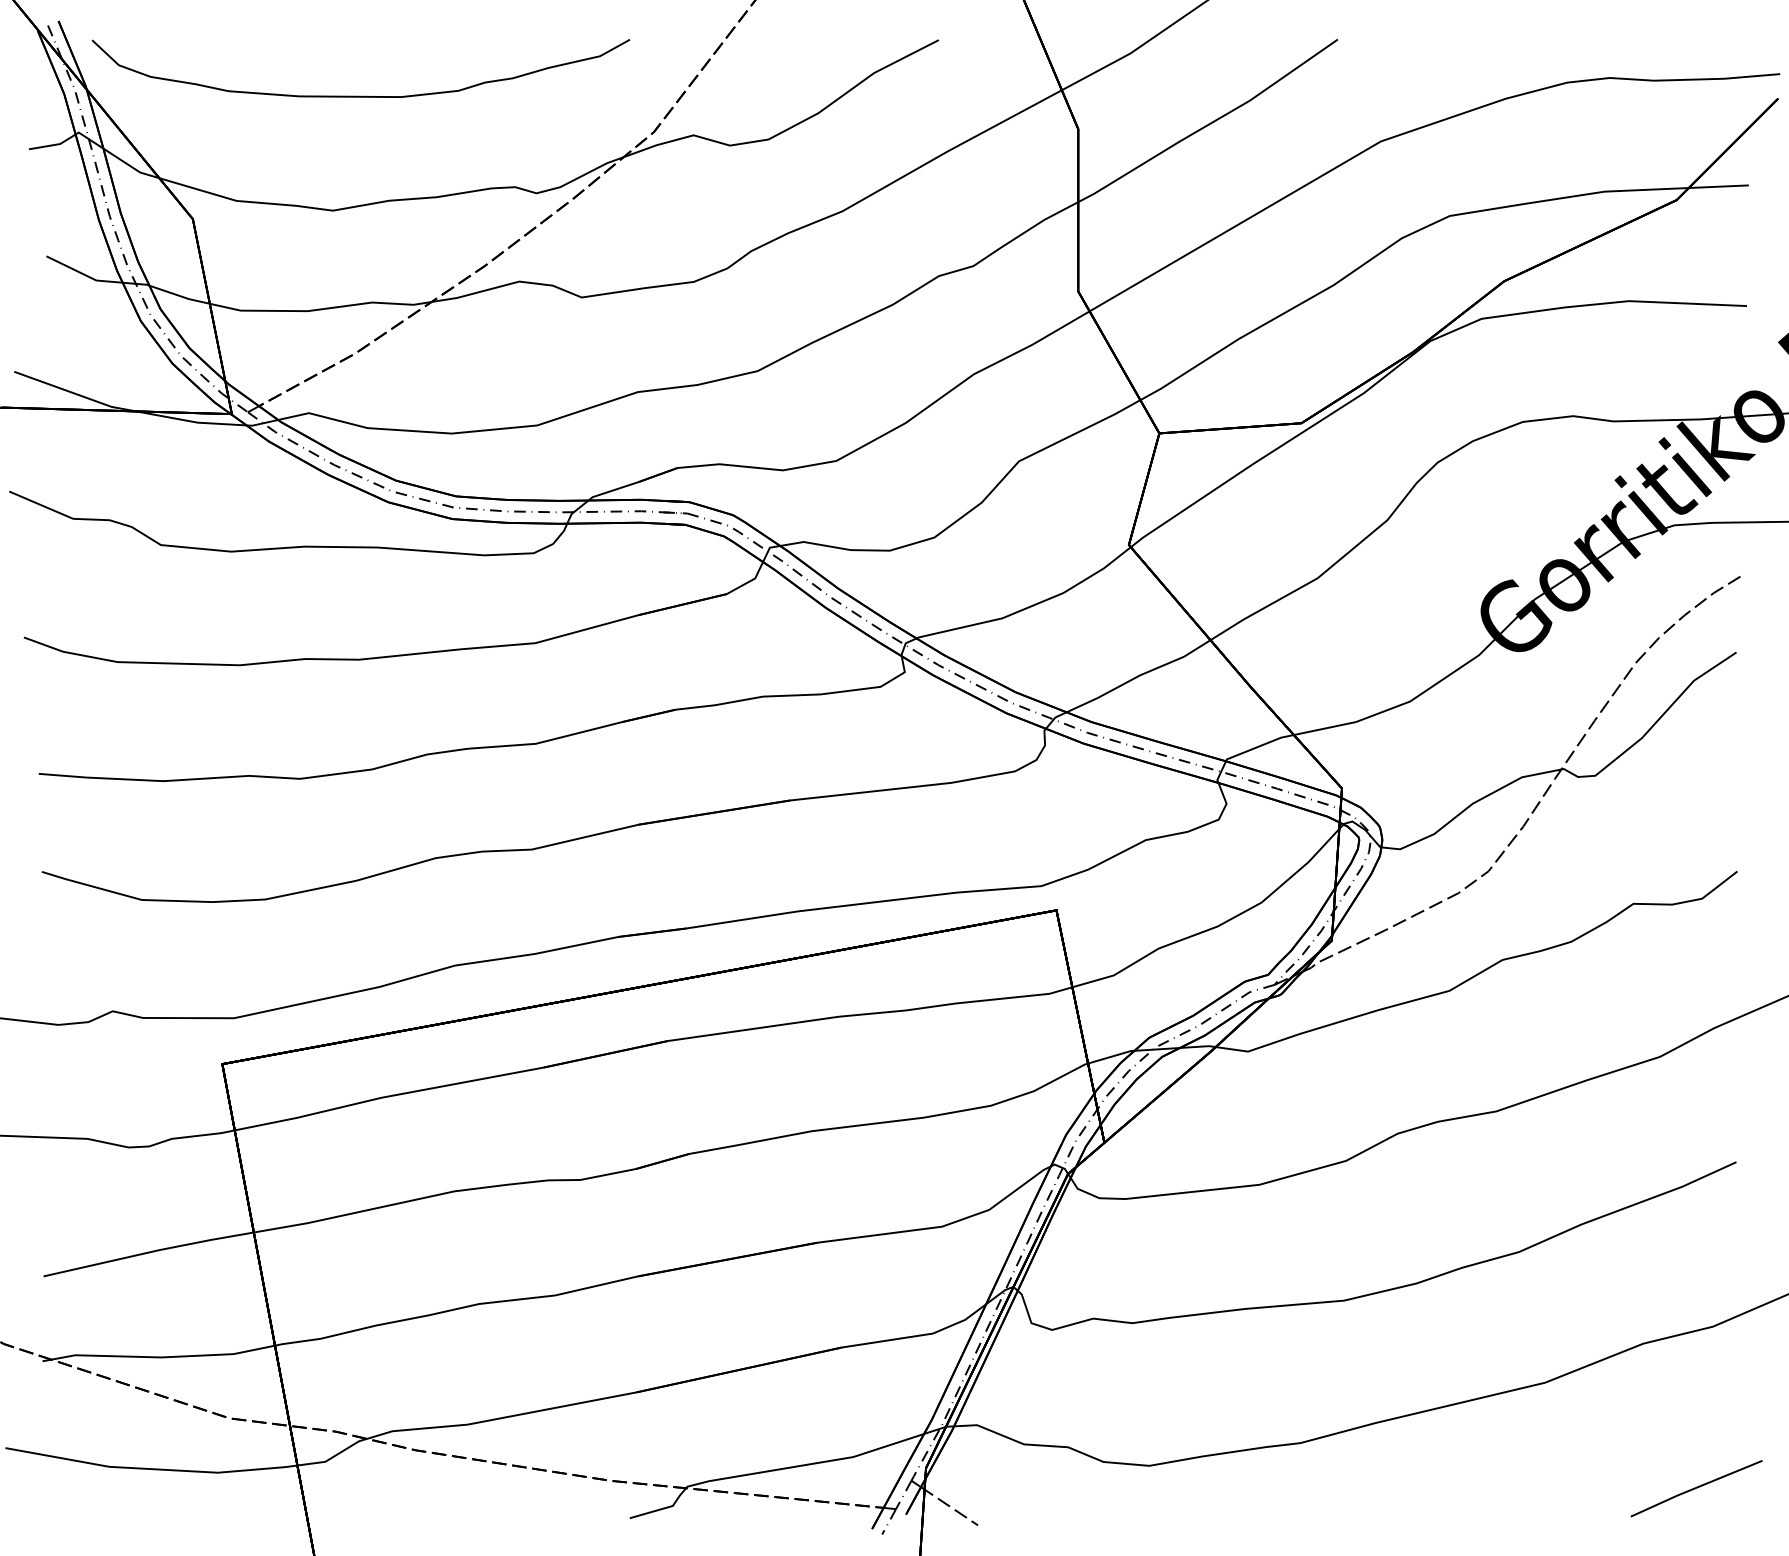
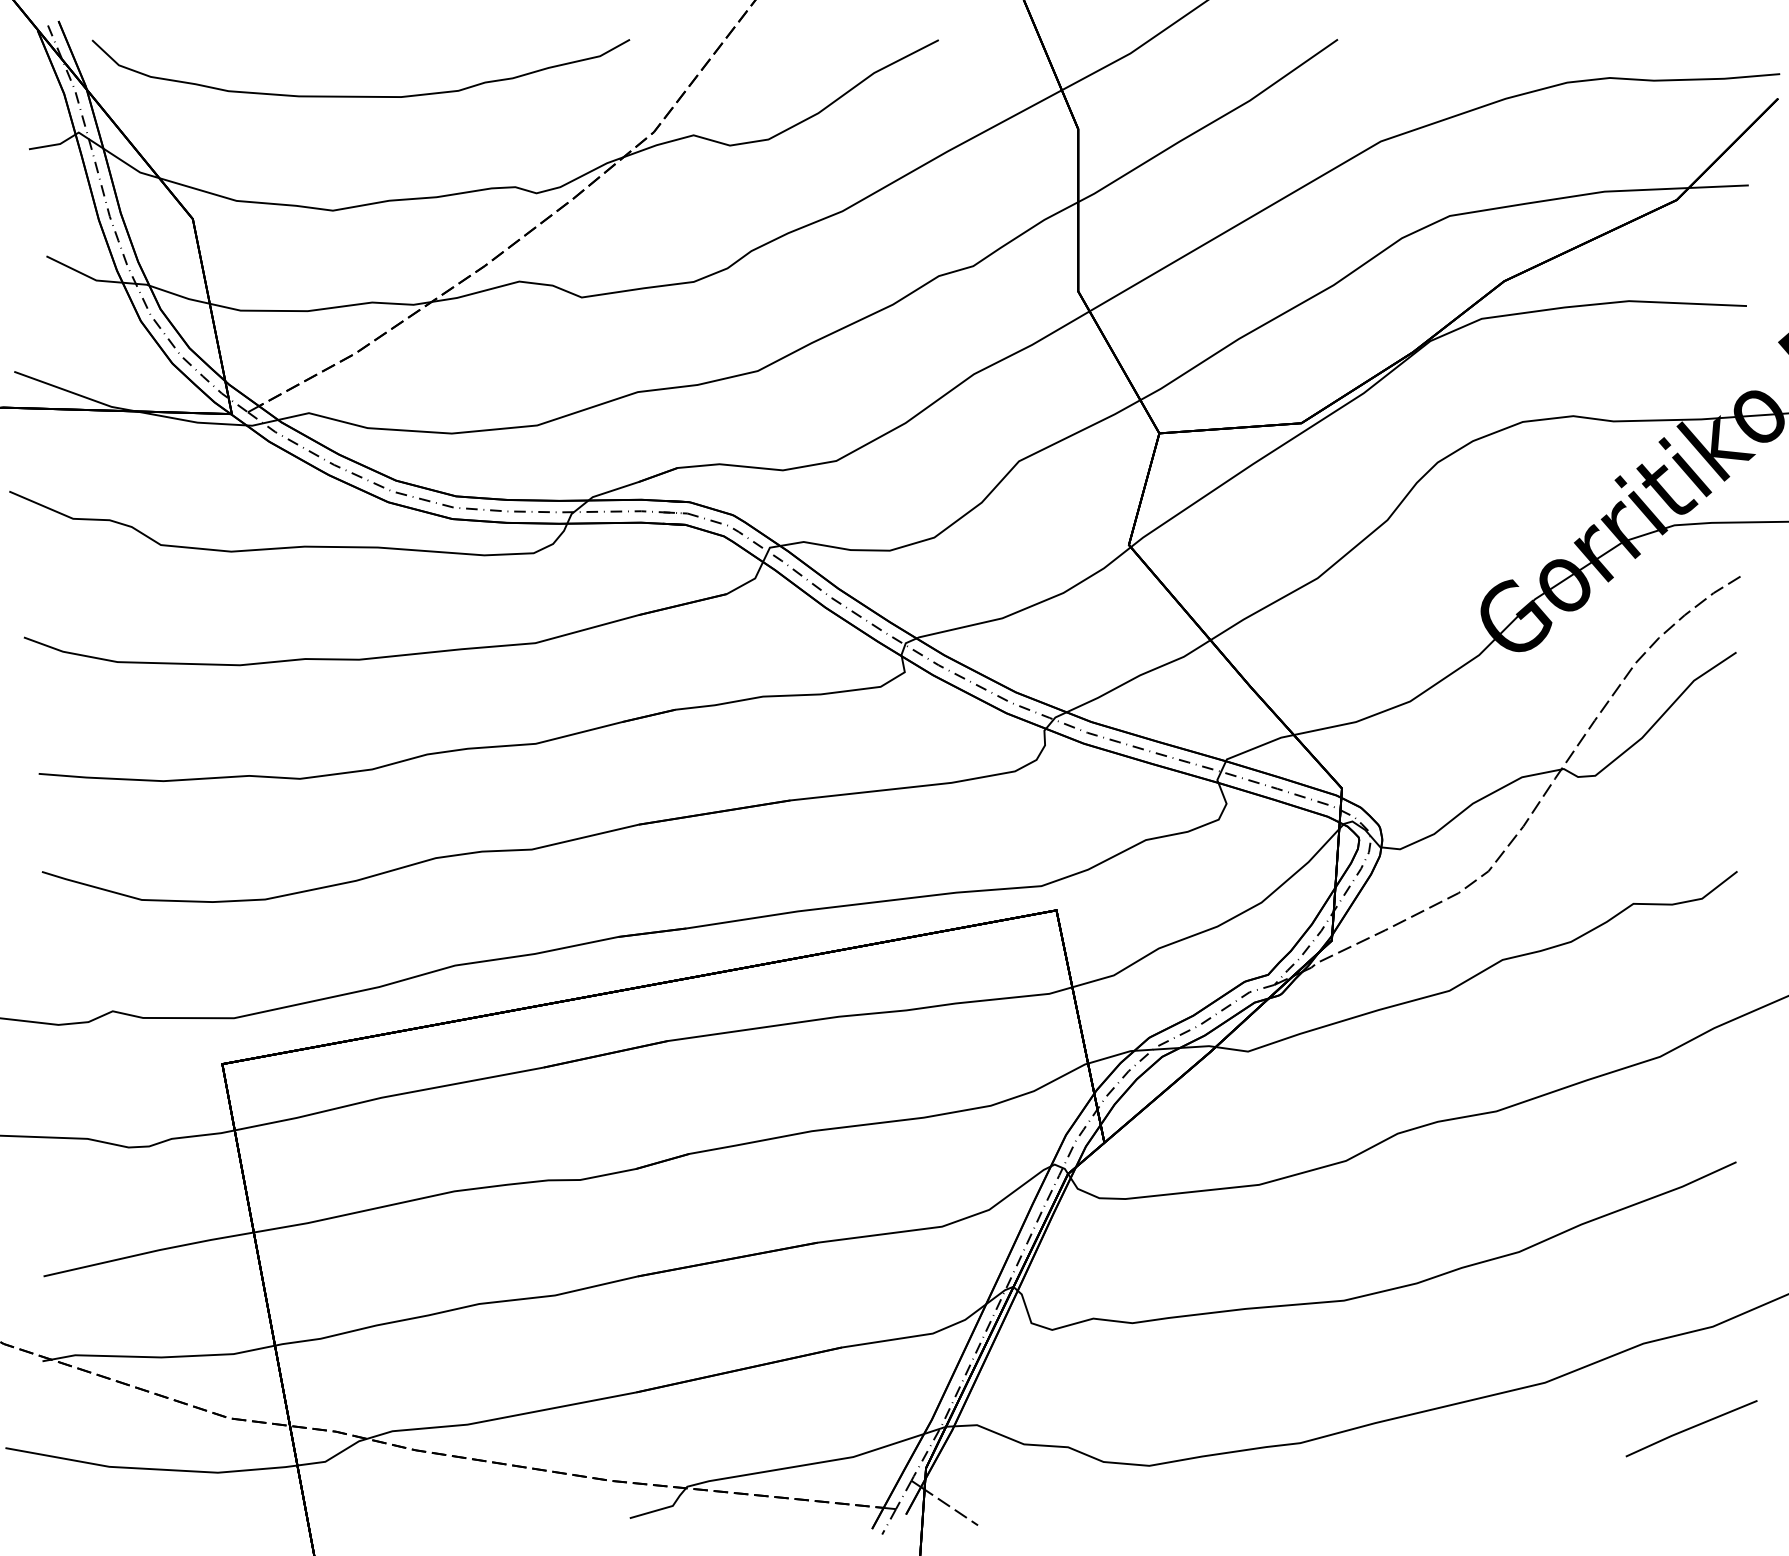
line at (1696, 1488) position: (1696, 1488) -> (1691, 1428)
